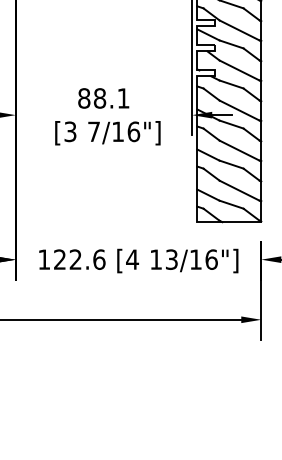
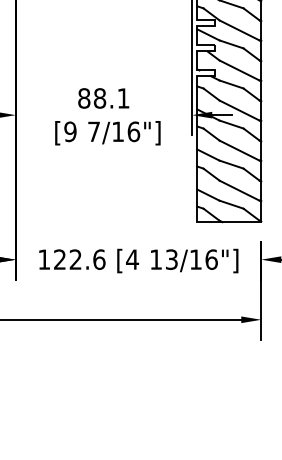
text at (70, 131): [3 -> [9
